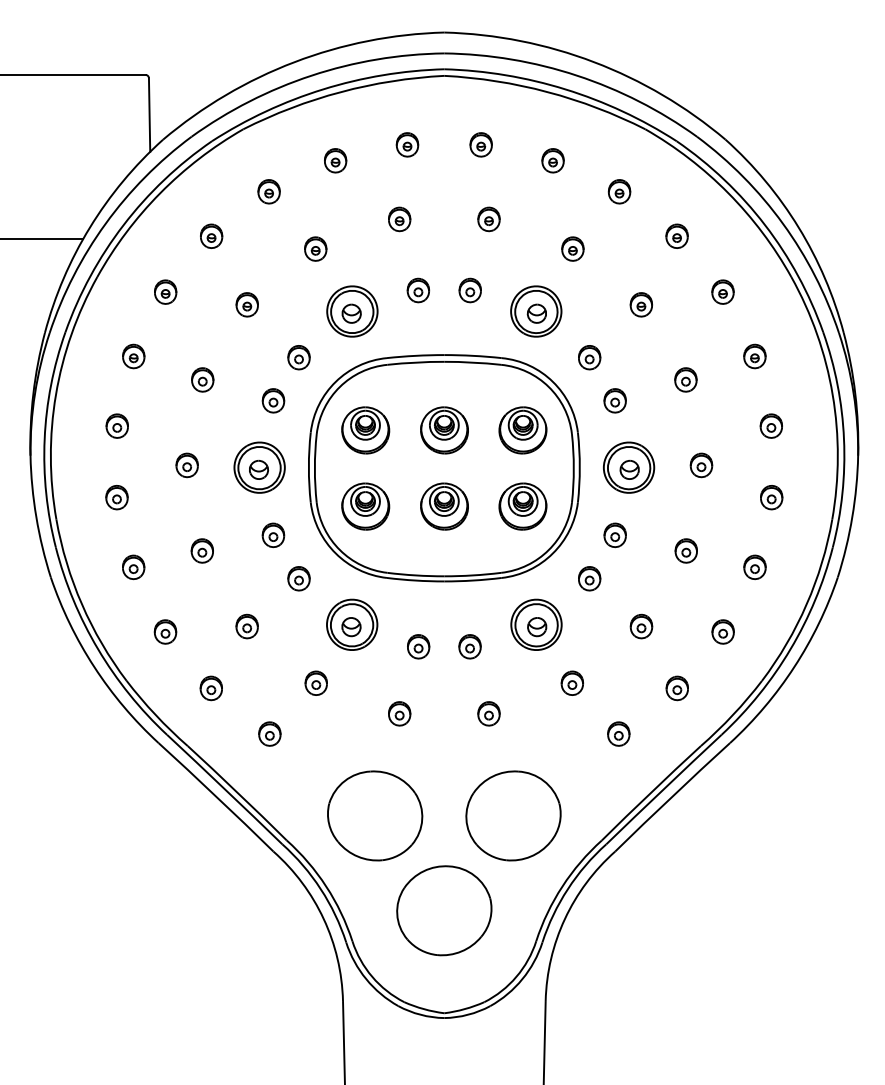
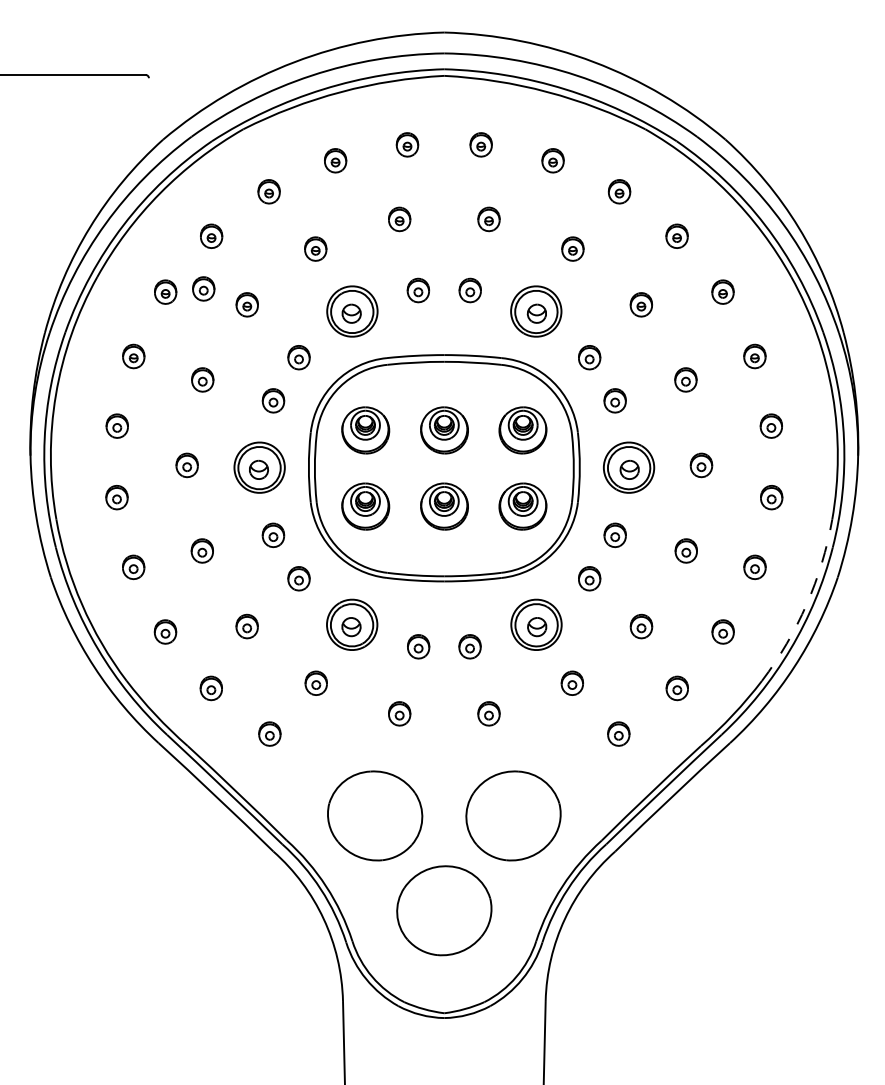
line at (149, 114): present -> none
line at (42, 239): present -> none
part at (203, 288): none -> present
arc at (806, 604): solid -> dashed
